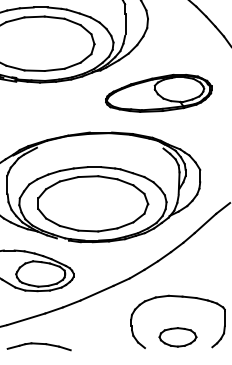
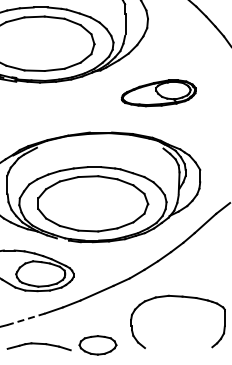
part at (158, 92) size: 108x40 px -> 77x29 px
line at (26, 319): solid -> dashed
part at (177, 337) position: (177, 337) -> (97, 345)
